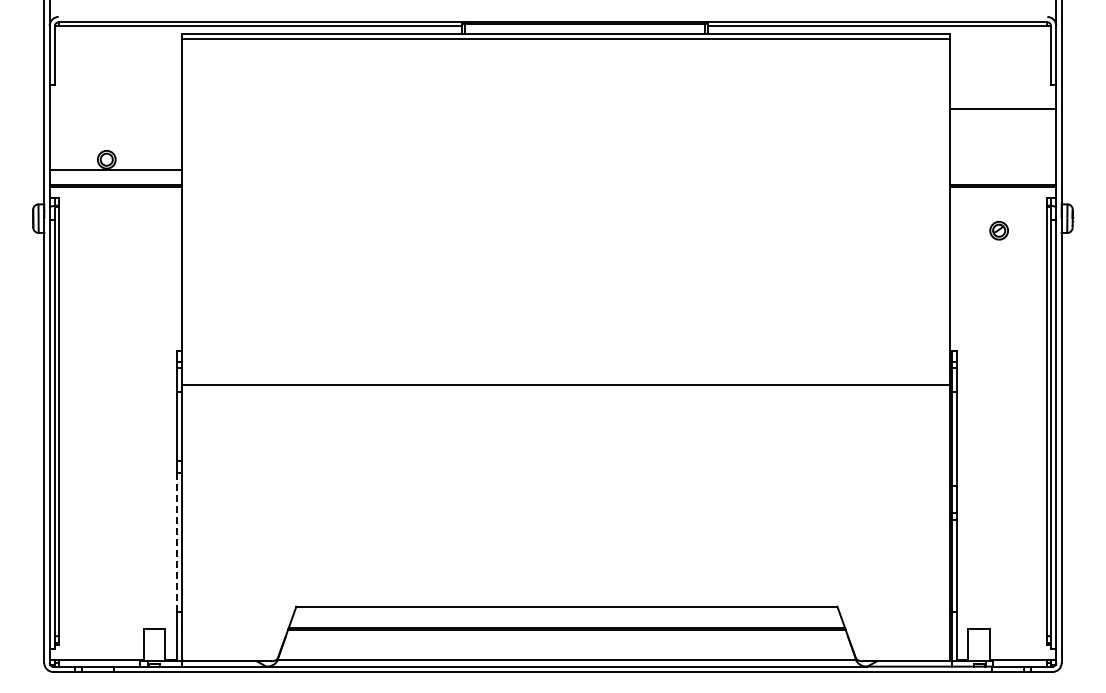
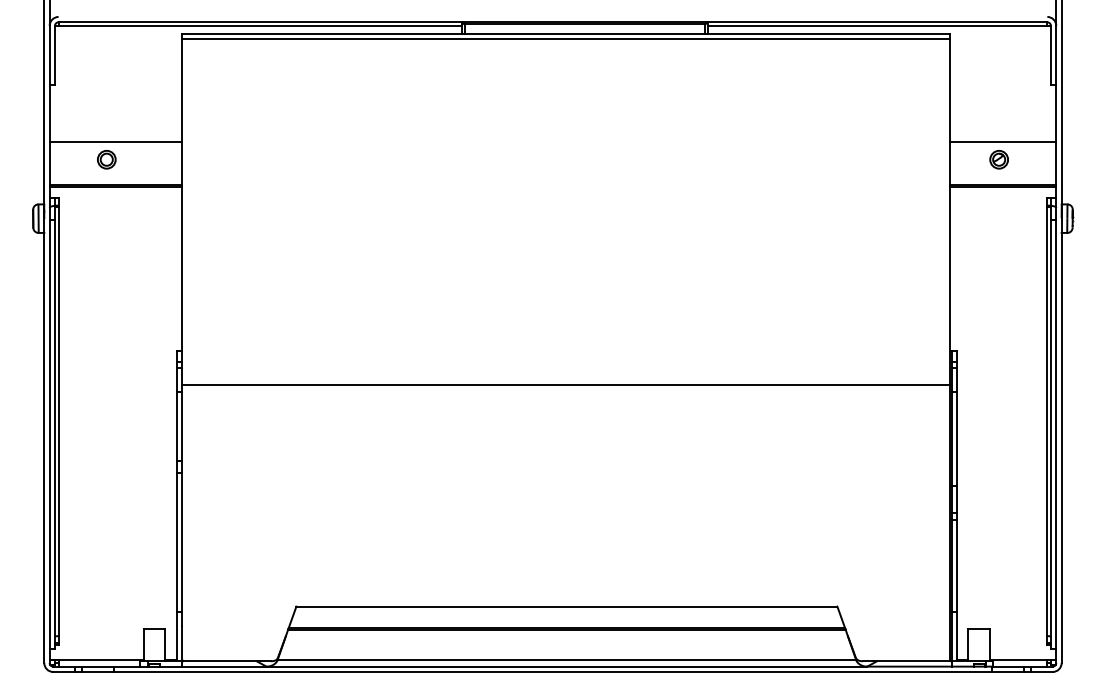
line at (1002, 108) position: (1002, 108) -> (1002, 141)
line at (115, 169) position: (115, 169) -> (115, 141)
part at (998, 230) position: (998, 230) -> (998, 159)
line at (176, 542): dashed -> solid
